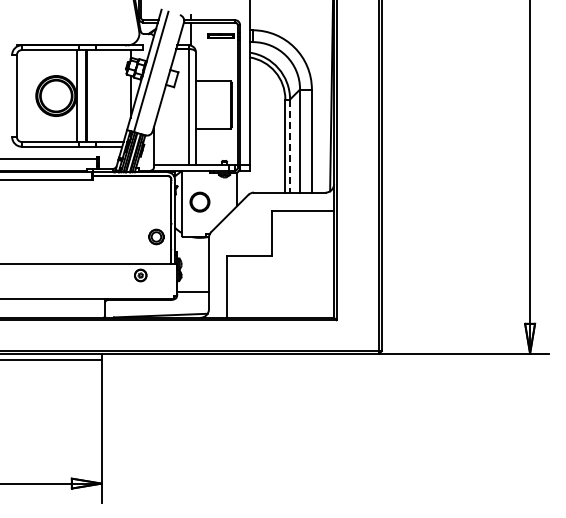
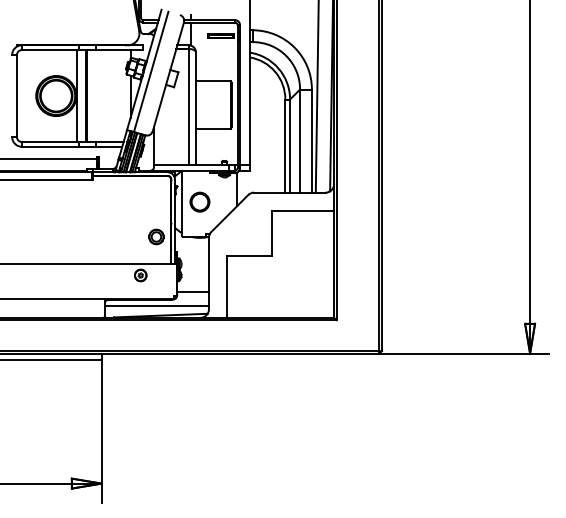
line at (316, 97): none -> present
line at (290, 146): dashed -> solid
line at (156, 305): none -> present
